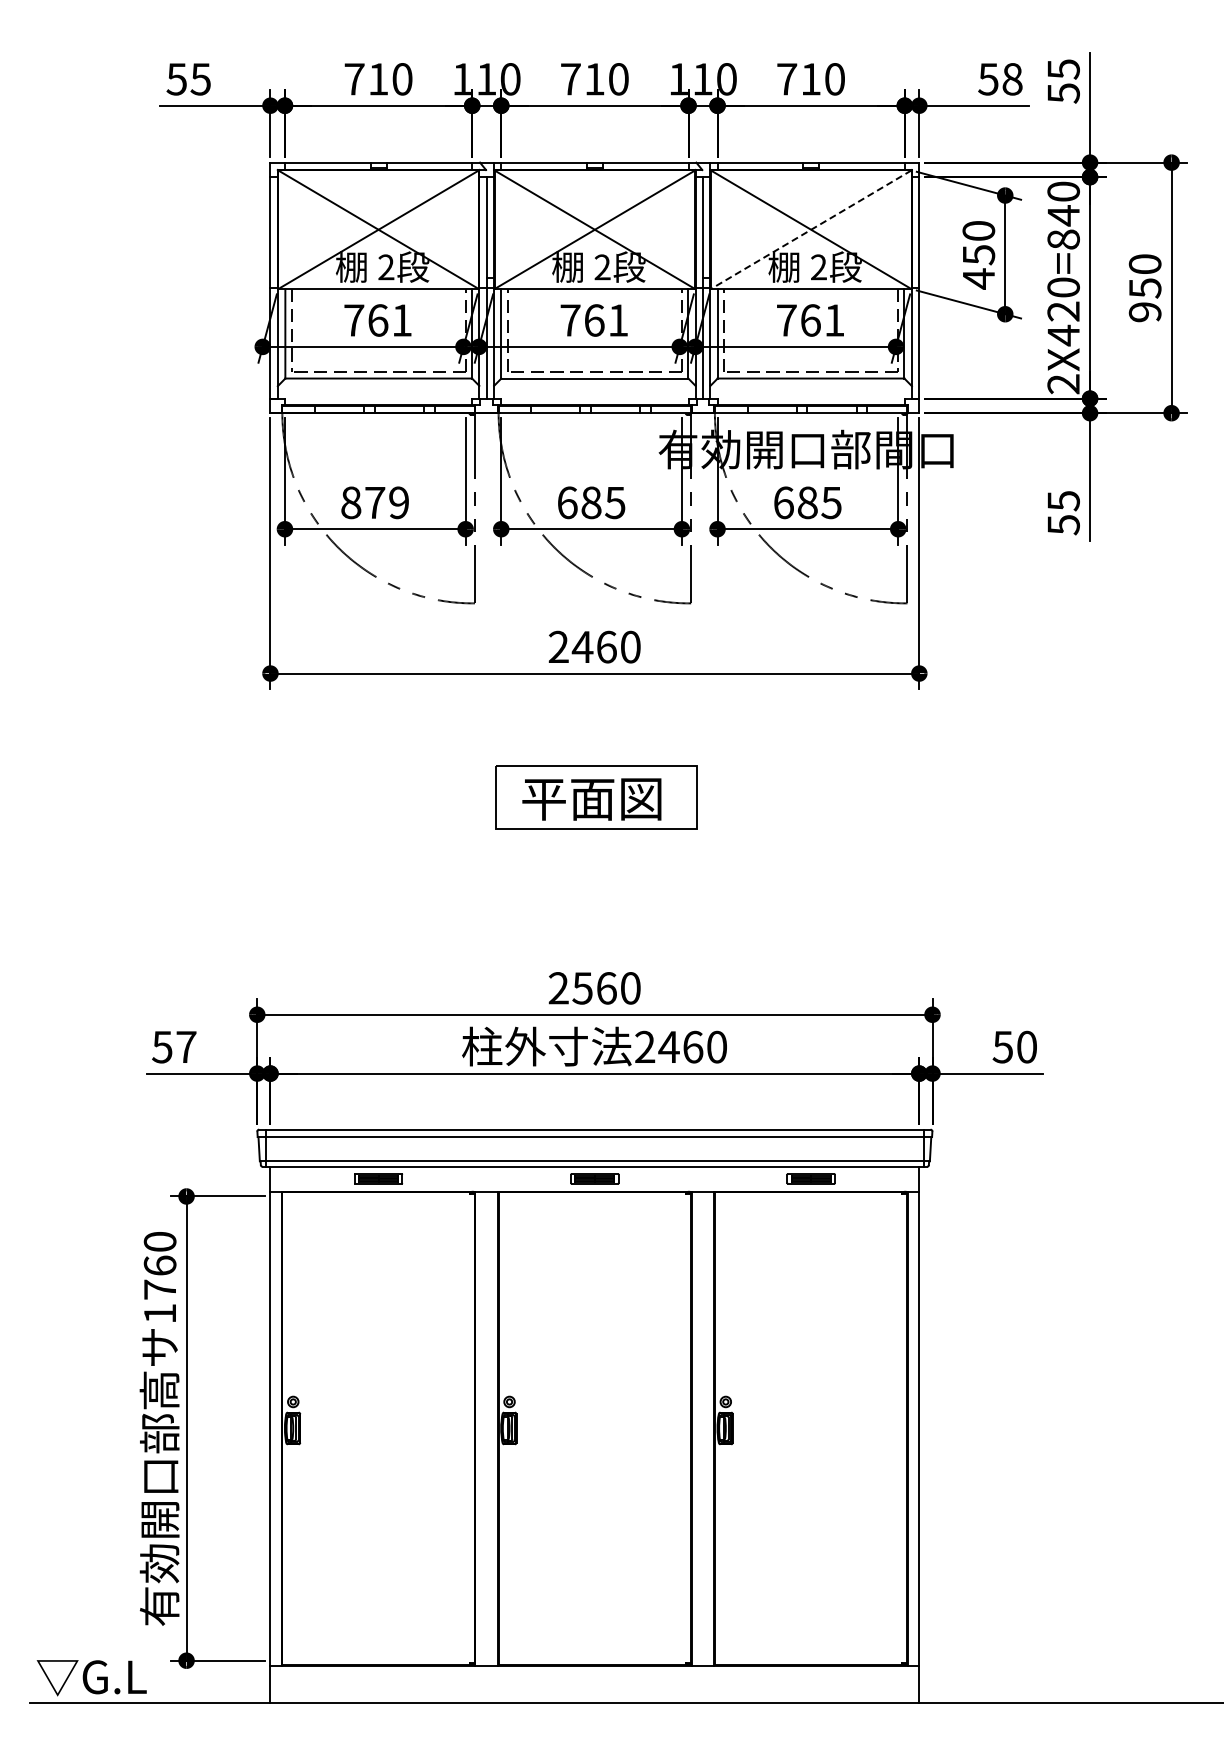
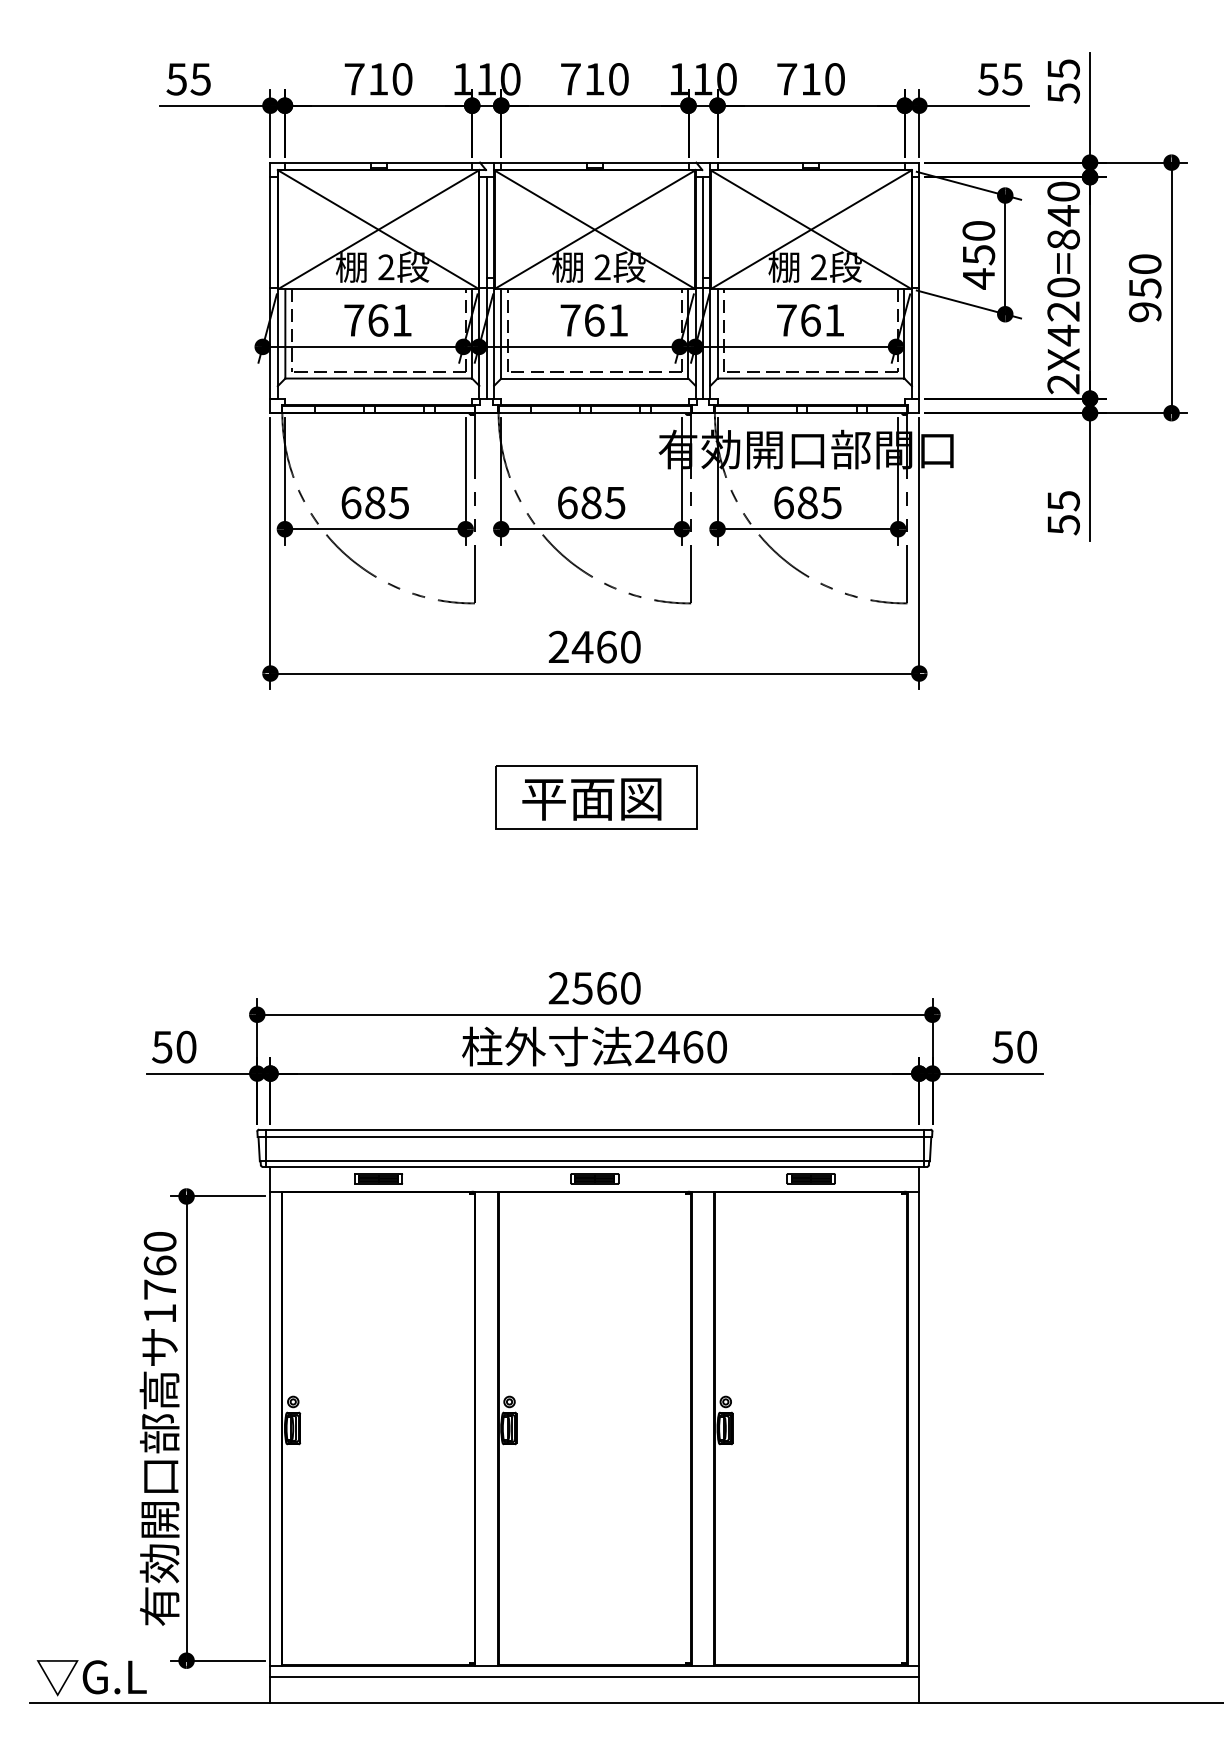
text at (1012, 79): 58 -> 55
line at (811, 229): dashed -> solid
text at (374, 502): 879 -> 685
text at (186, 1046): 57 -> 50
line at (594, 1676): none -> present
